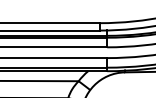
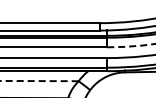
arc at (132, 46): solid -> dashed
line at (39, 81): solid -> dashed
